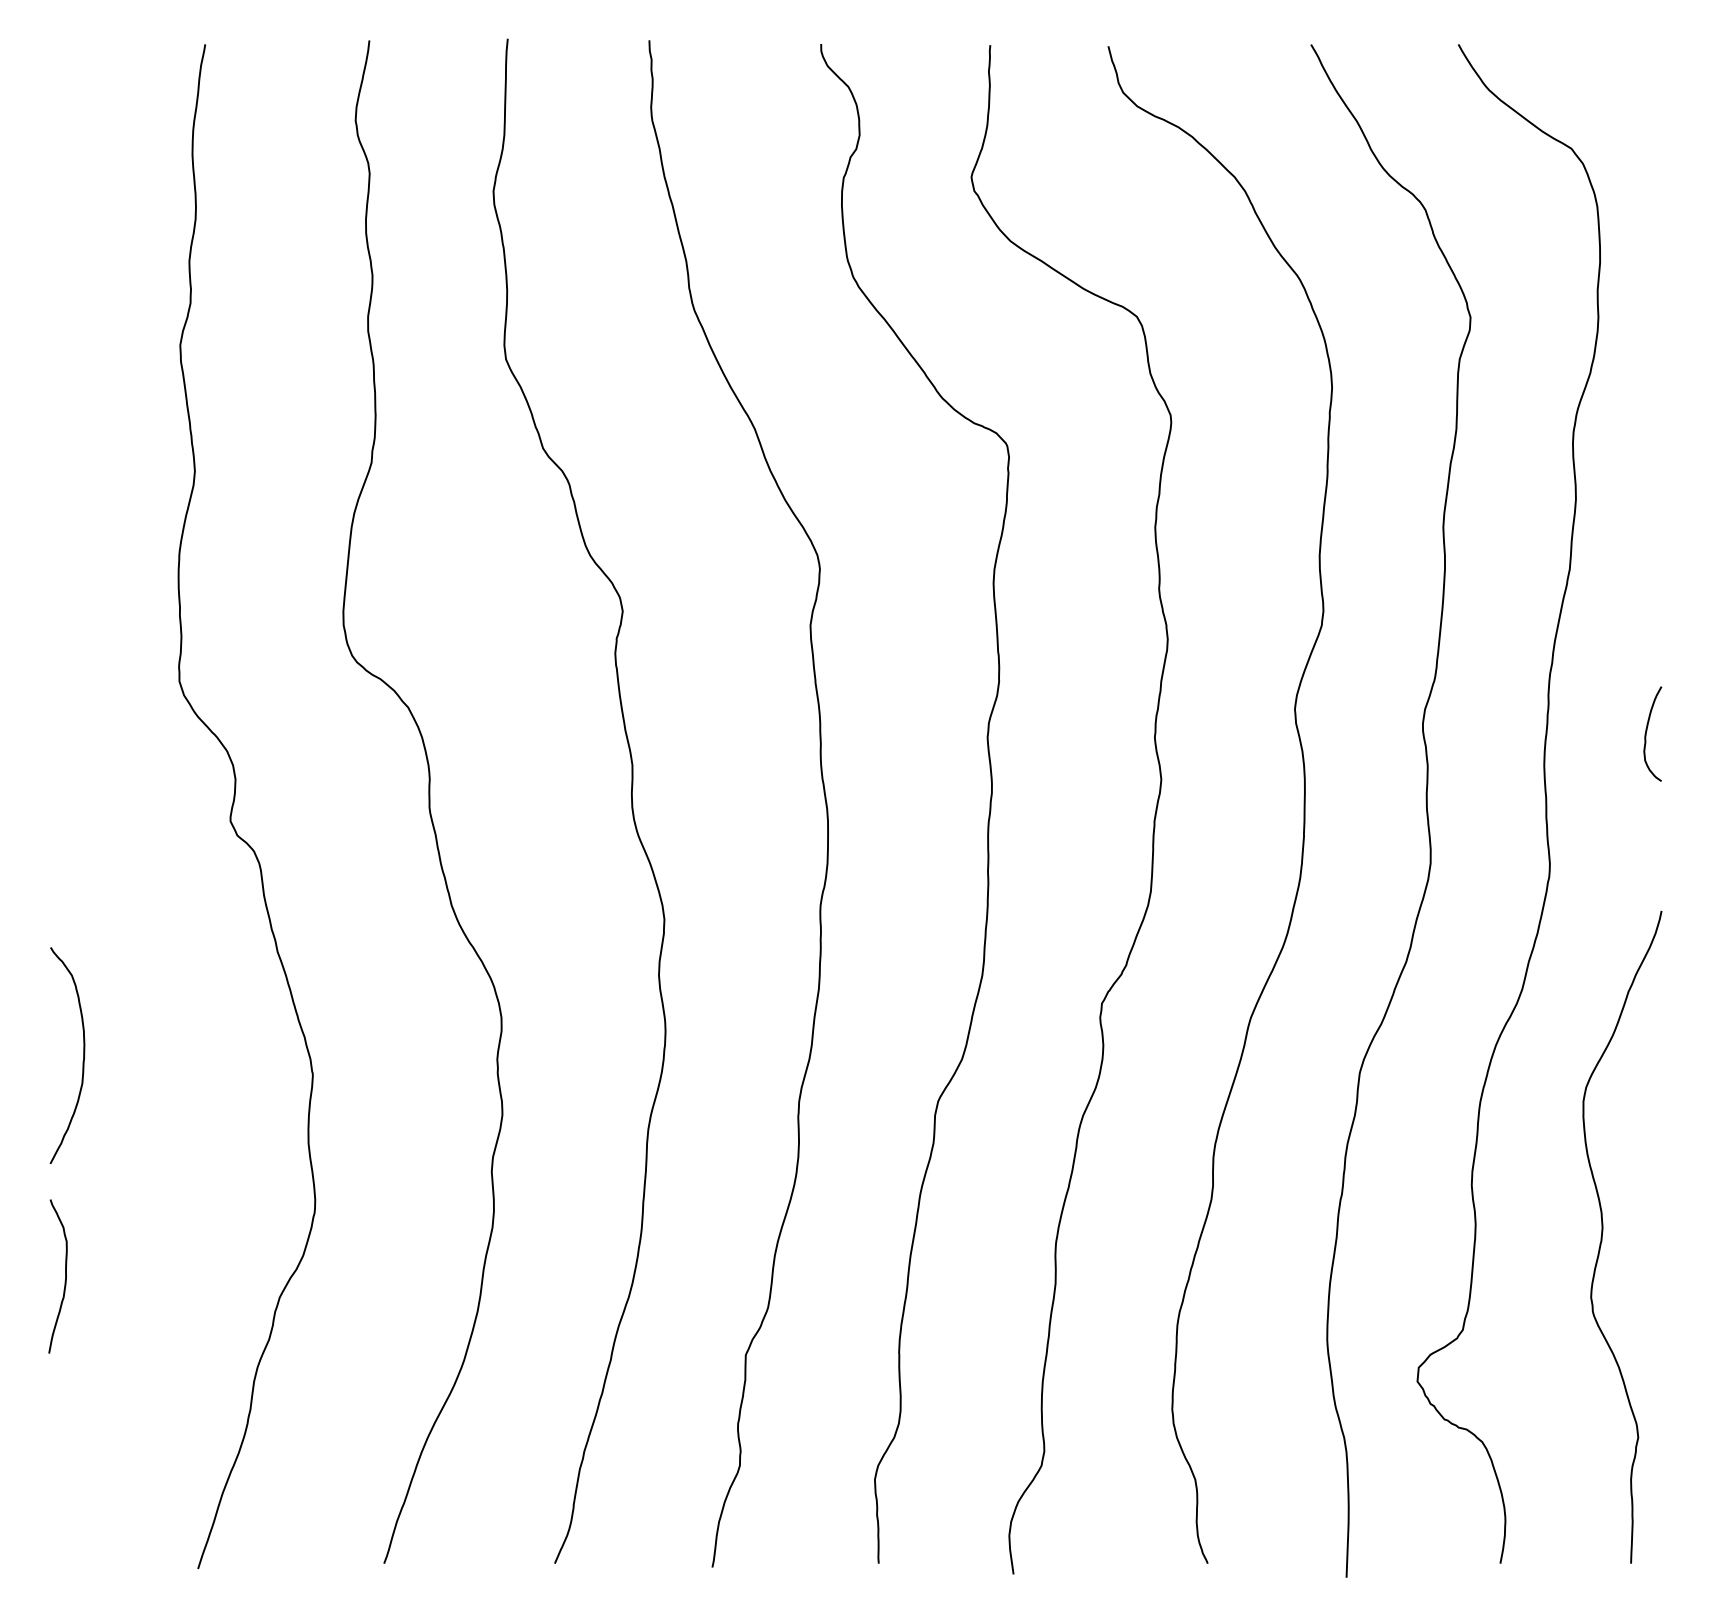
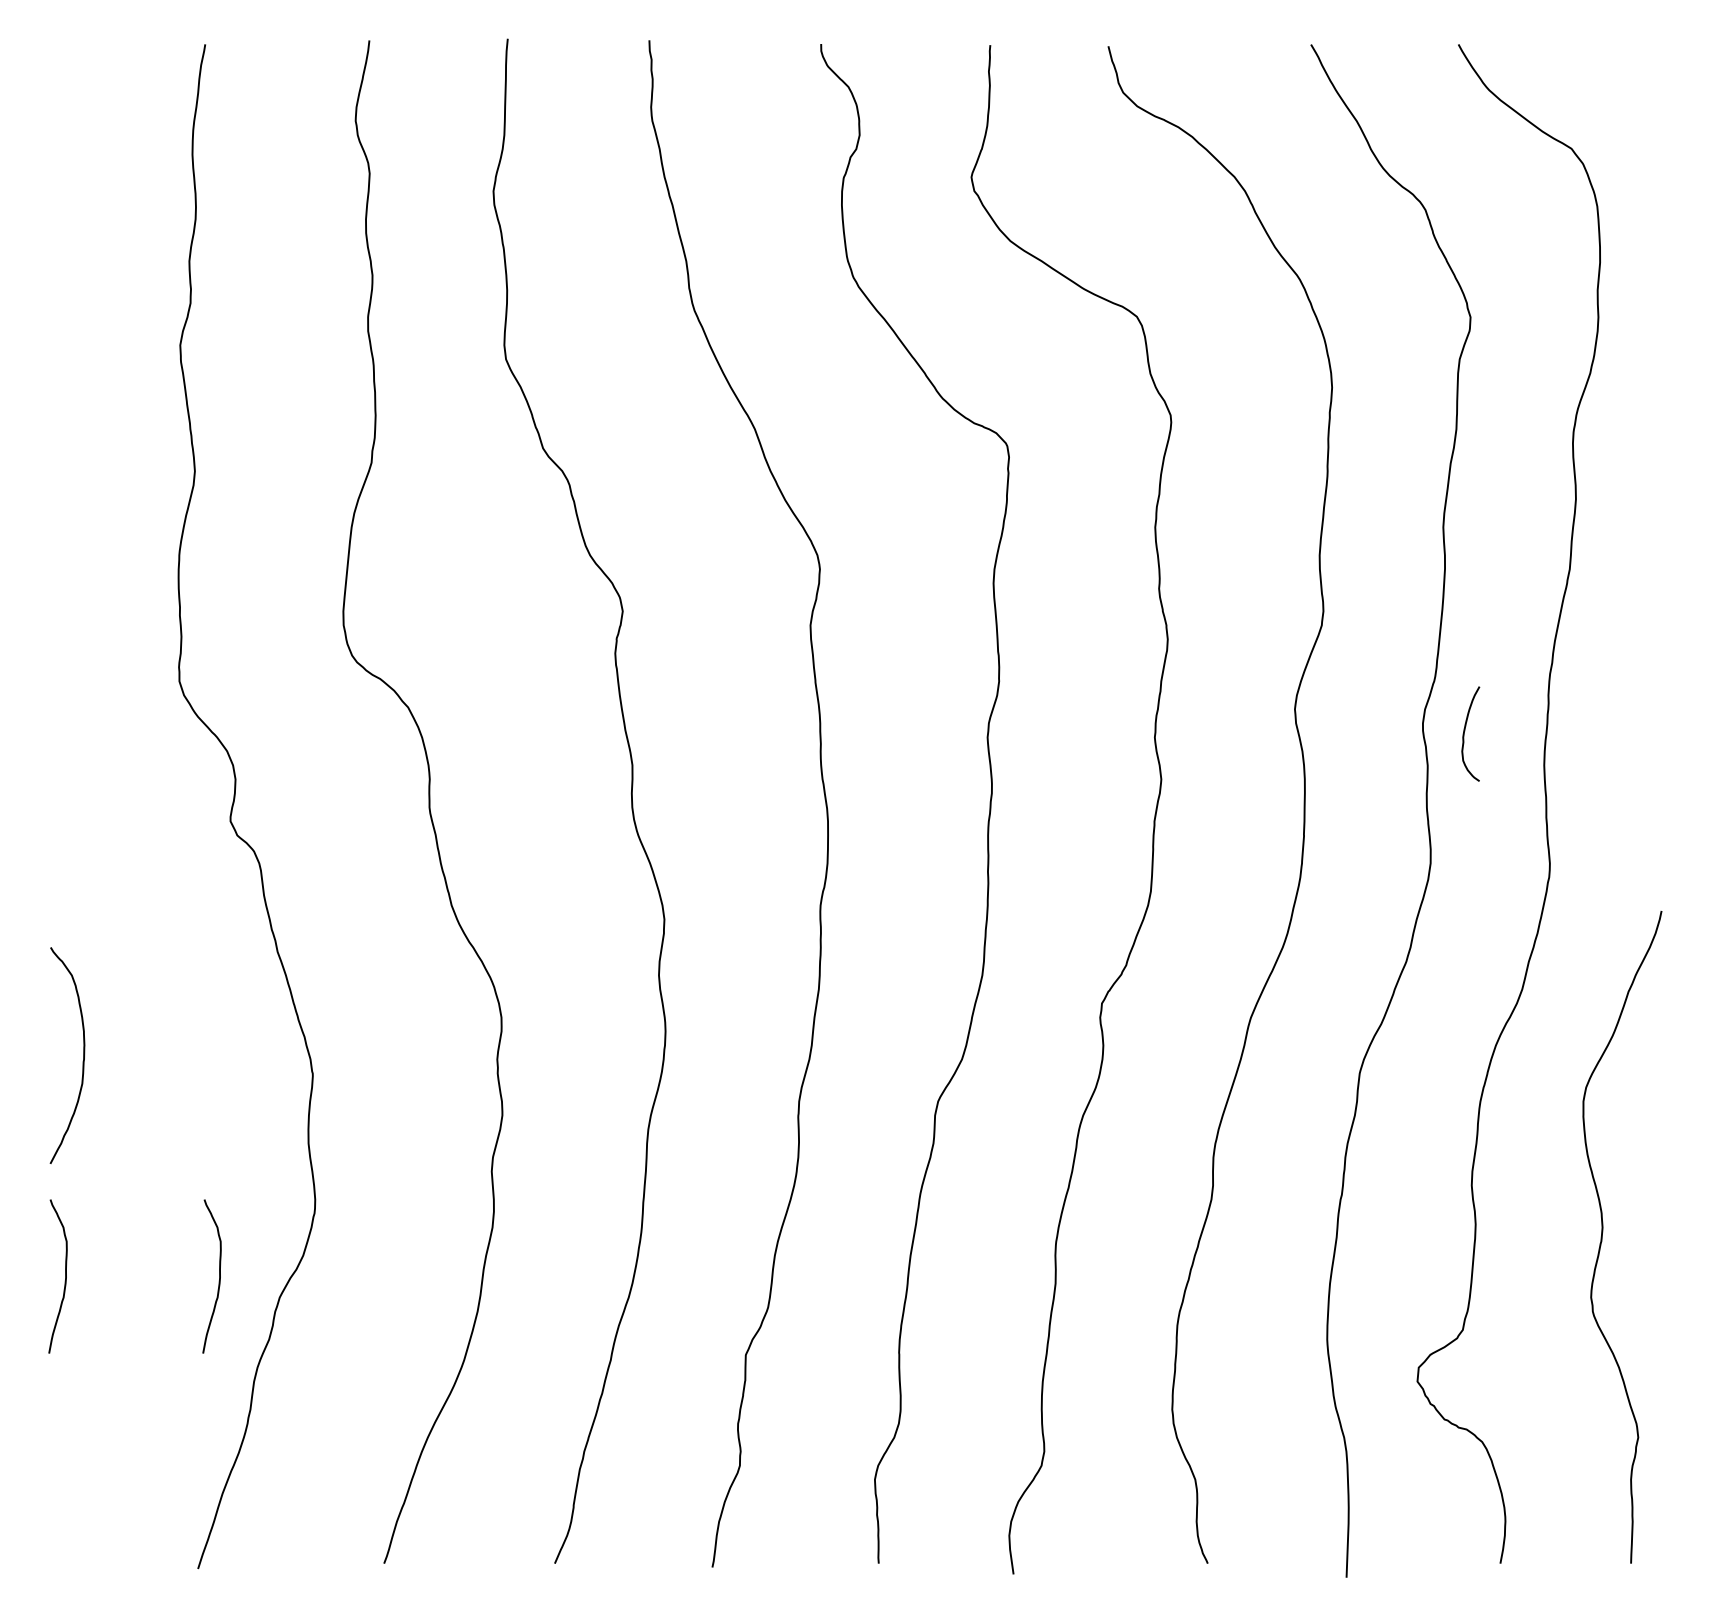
curve at (1647, 731) position: (1647, 731) -> (1465, 731)
curve at (219, 1276): none -> present
